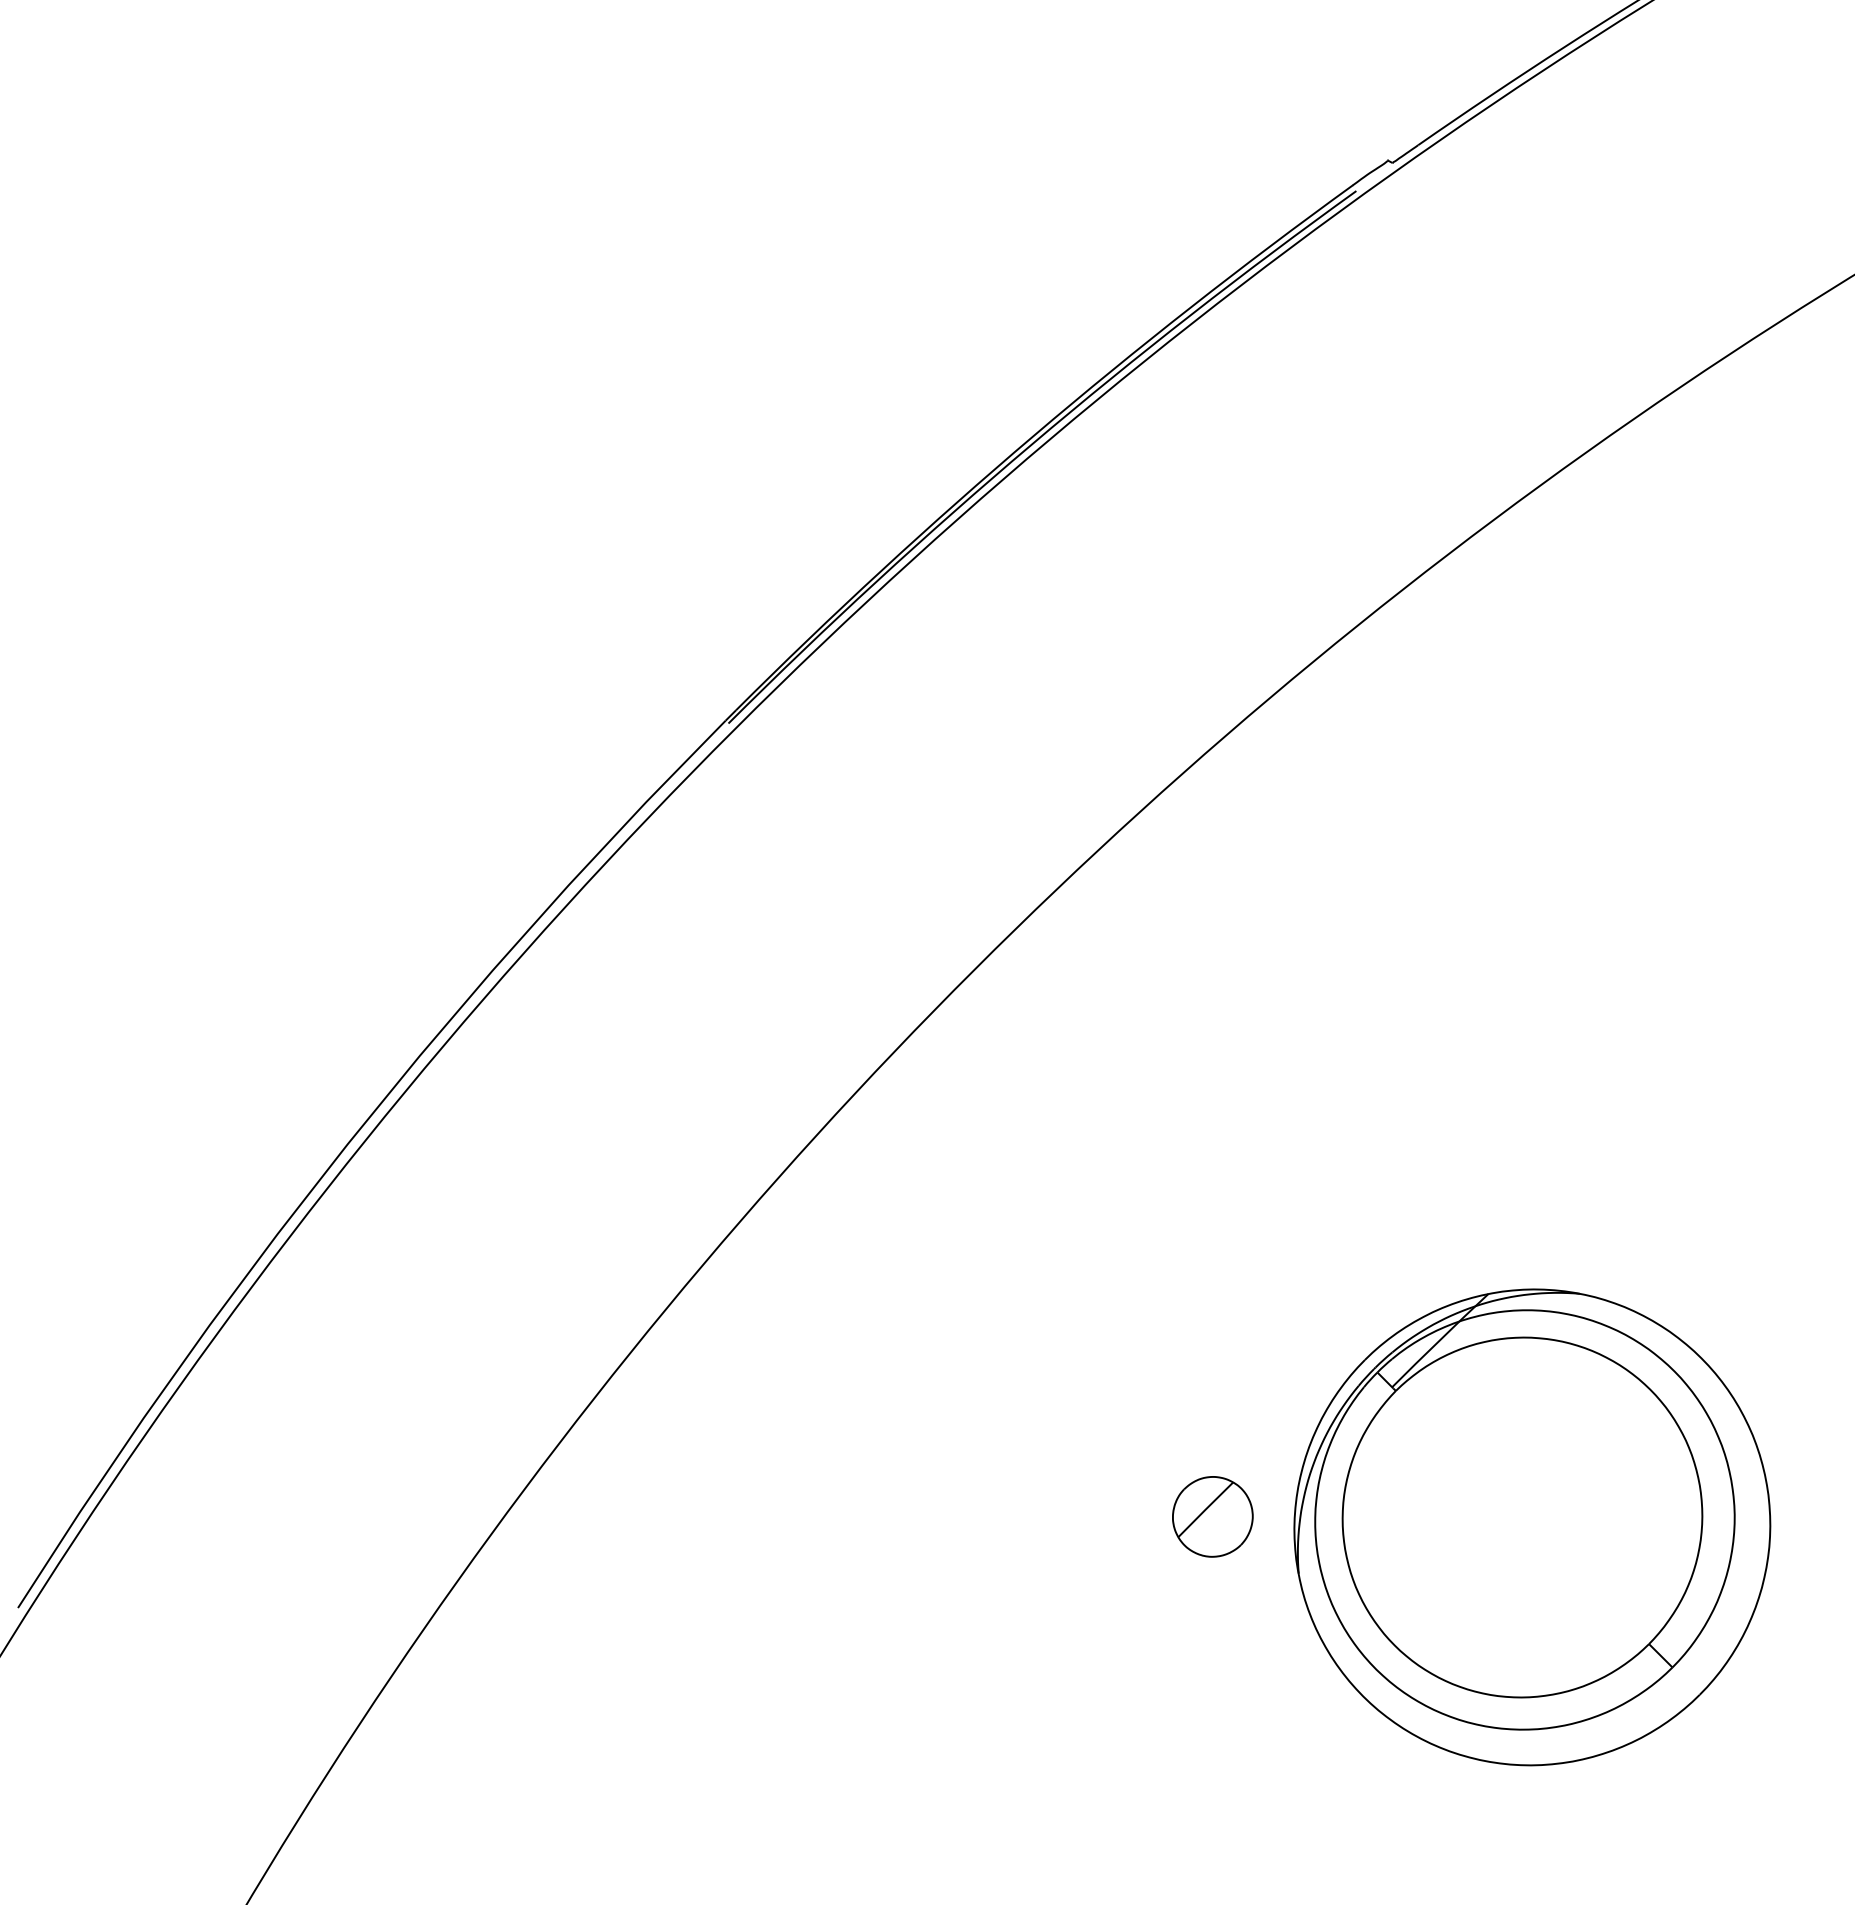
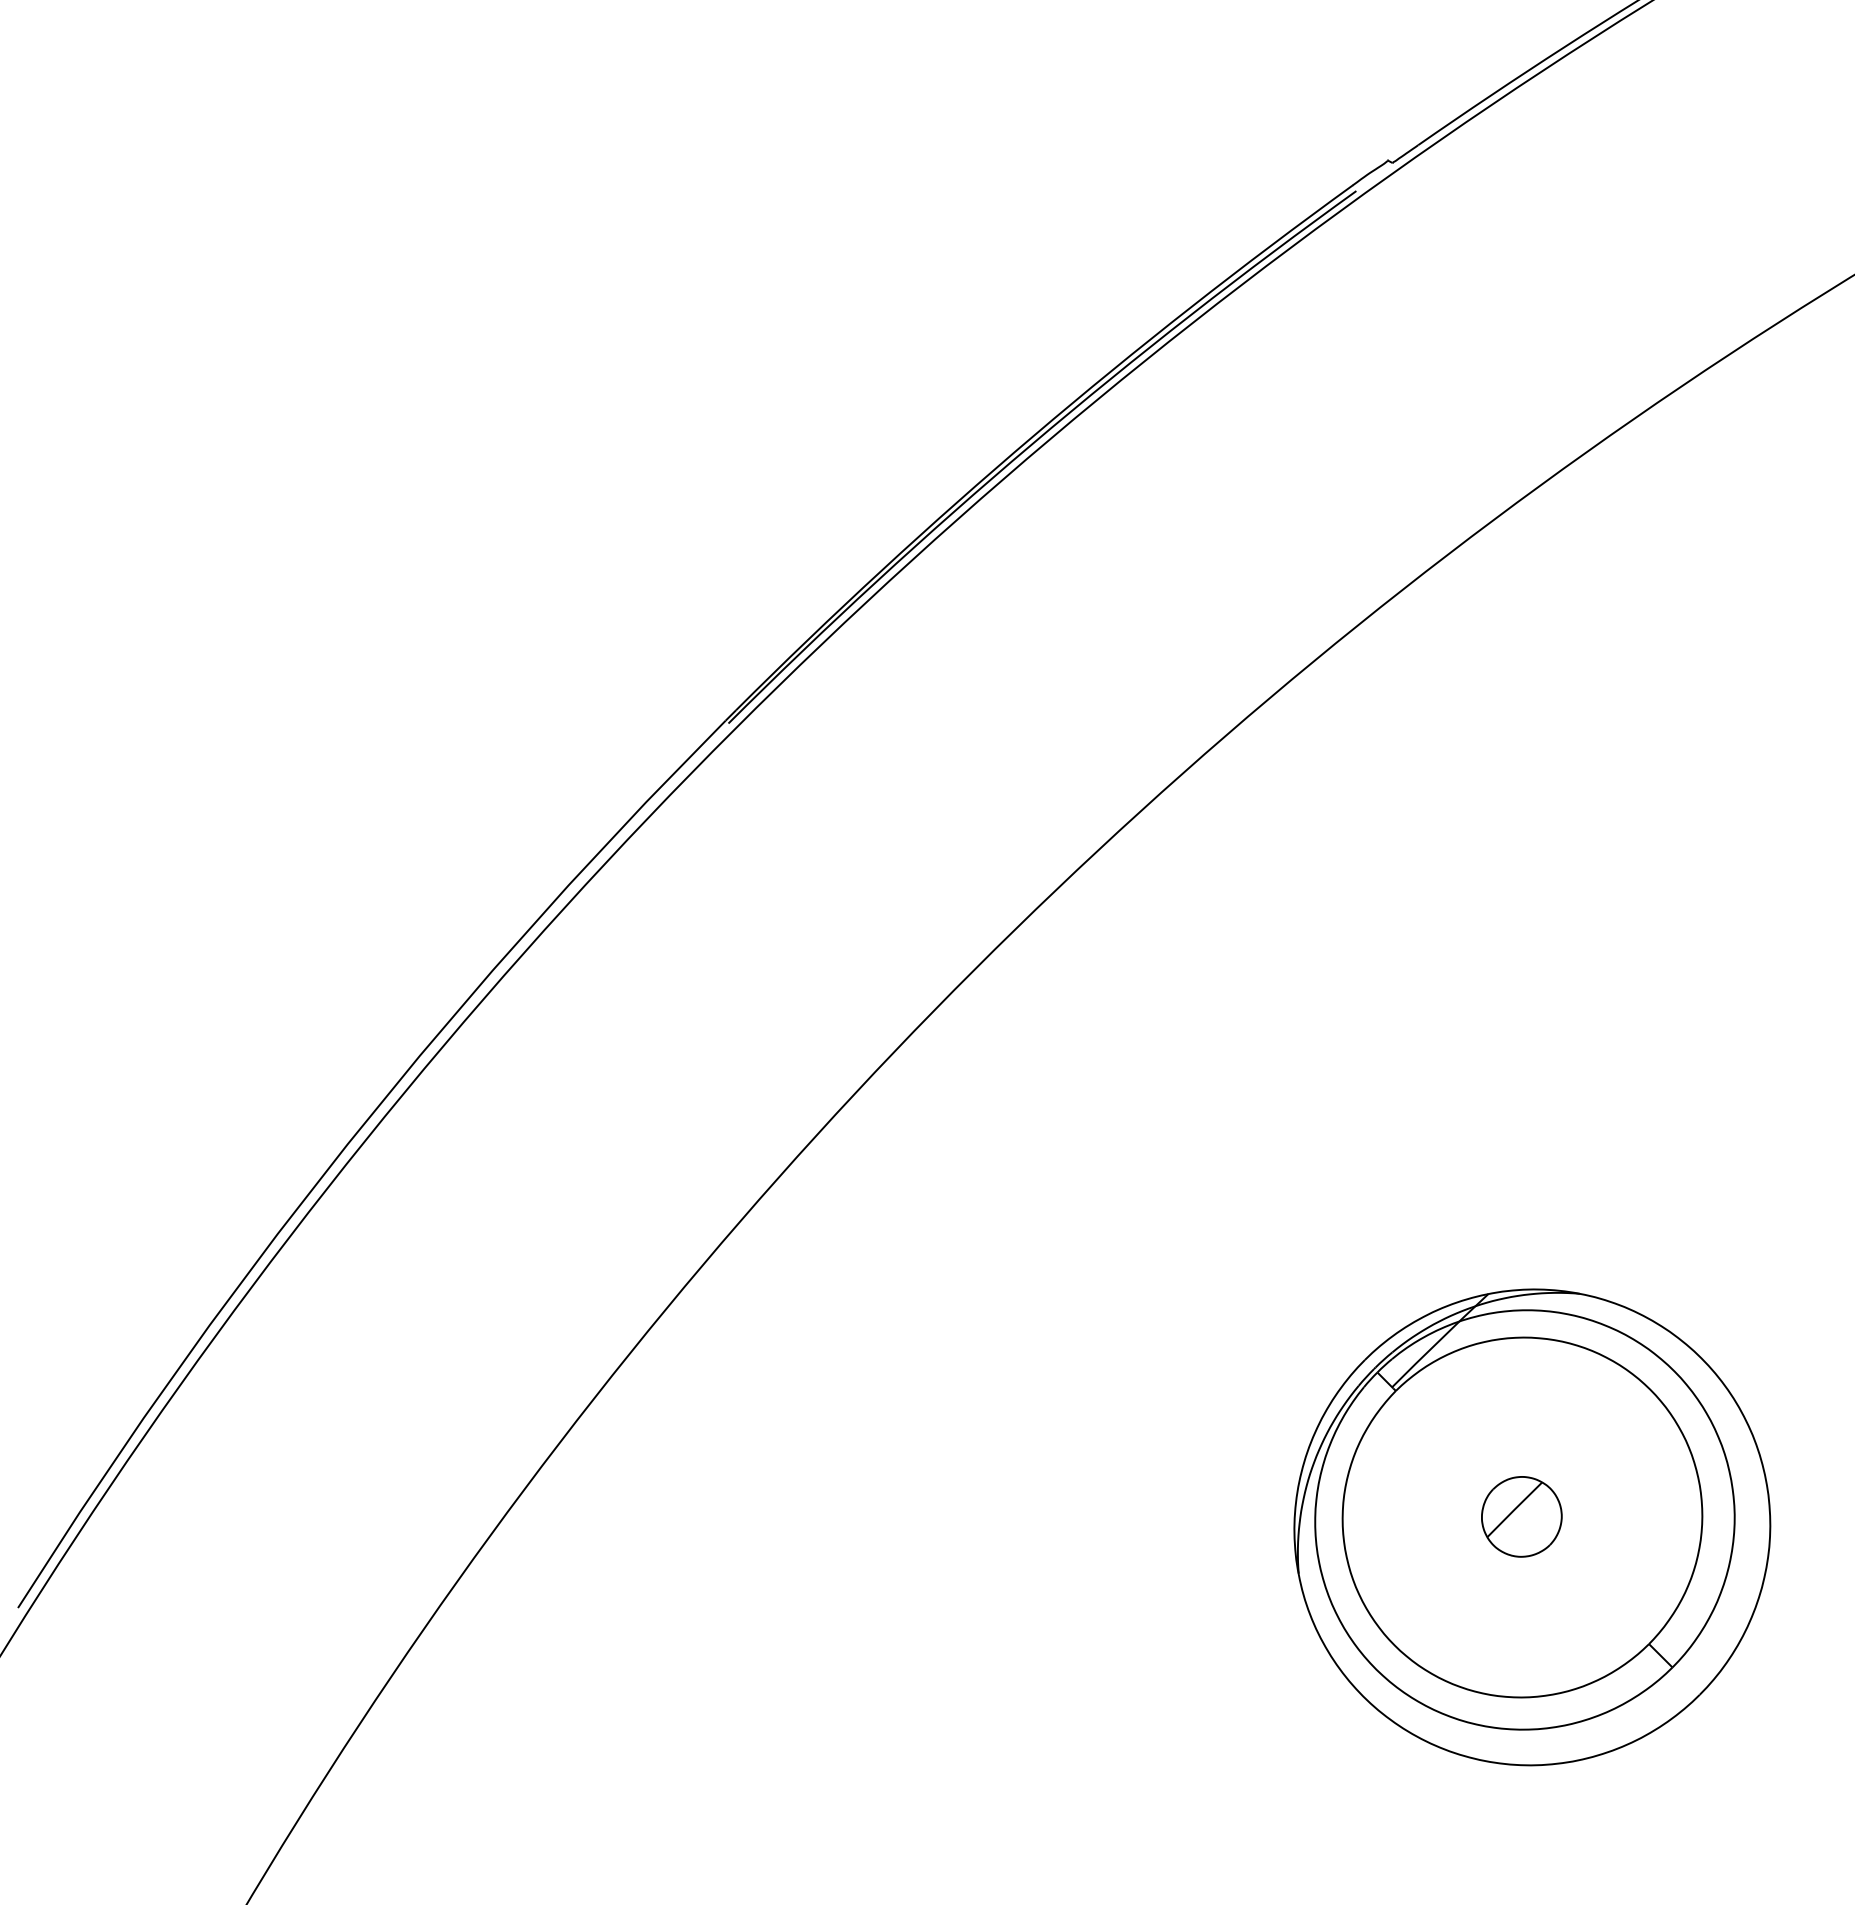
part at (1212, 1516) position: (1212, 1516) -> (1521, 1516)
